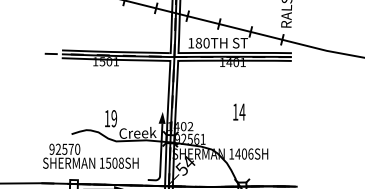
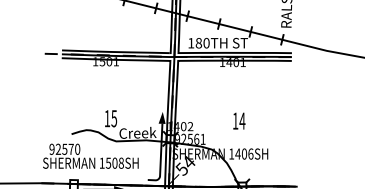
text at (239, 111) position: (239, 111) -> (239, 120)
text at (114, 118): 19 -> 15
